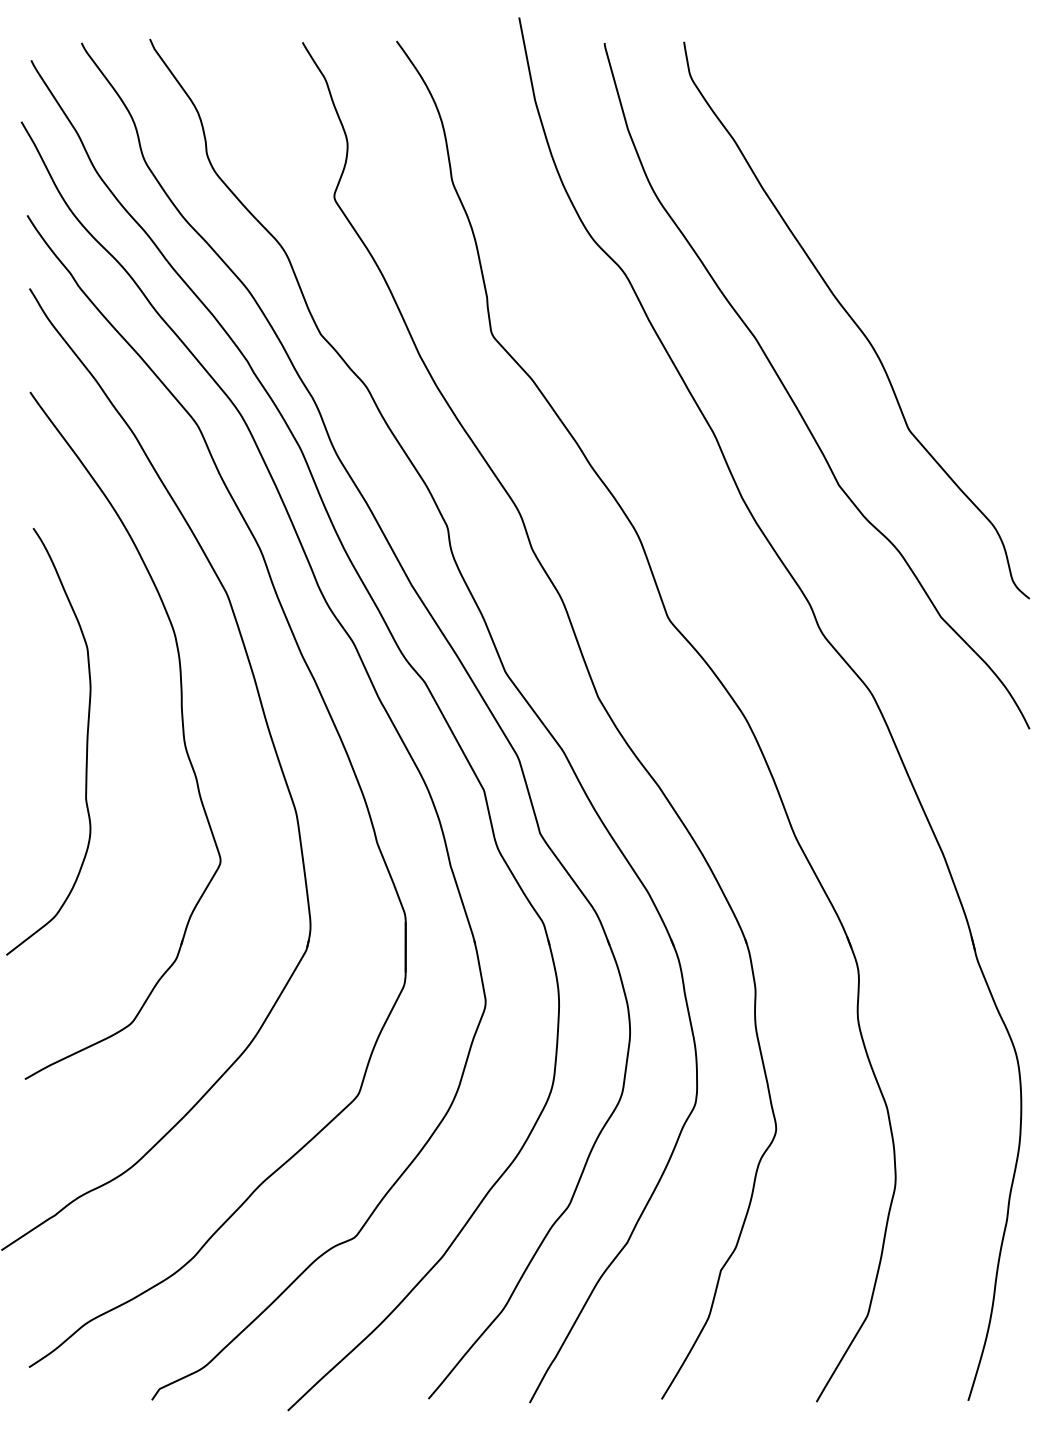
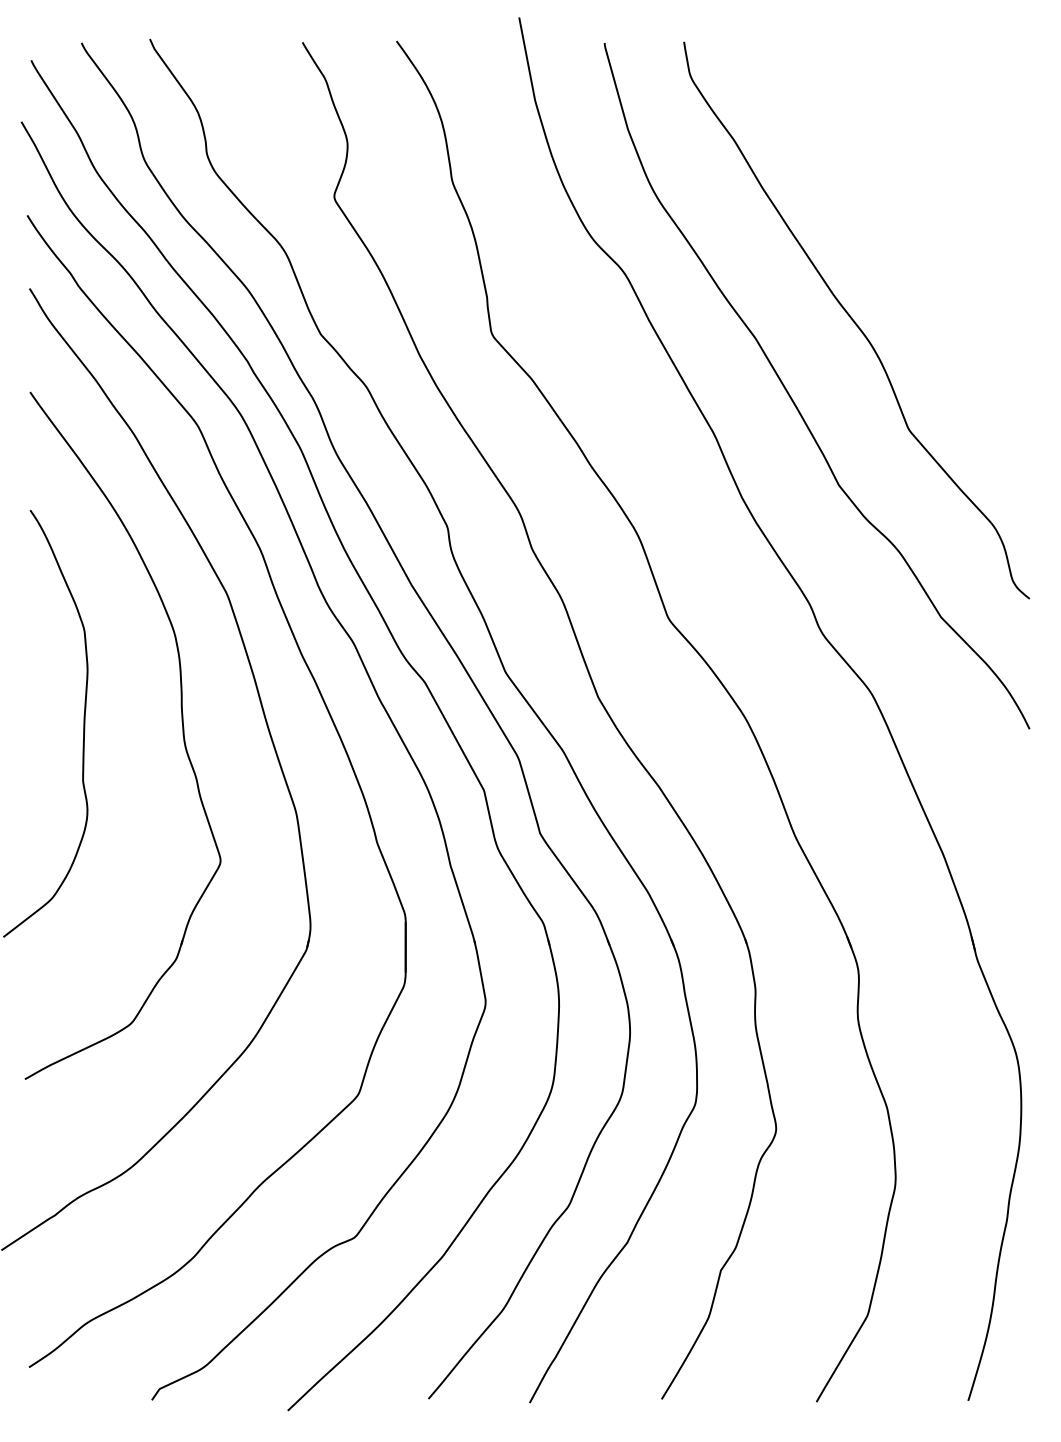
curve at (86, 741) position: (86, 741) -> (83, 723)
